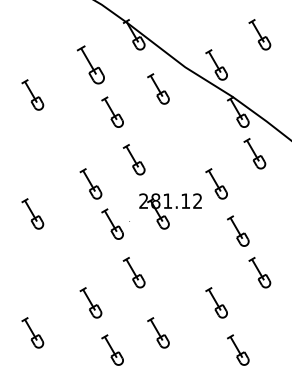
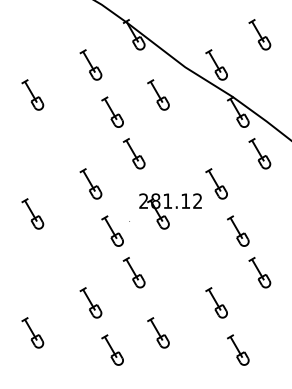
part at (90, 64) size: 29x40 px -> 24x32 px
part at (158, 88) position: (158, 88) -> (158, 94)
part at (254, 153) position: (254, 153) -> (259, 153)
part at (133, 159) position: (133, 159) -> (133, 153)
part at (112, 223) position: (112, 223) -> (112, 230)
